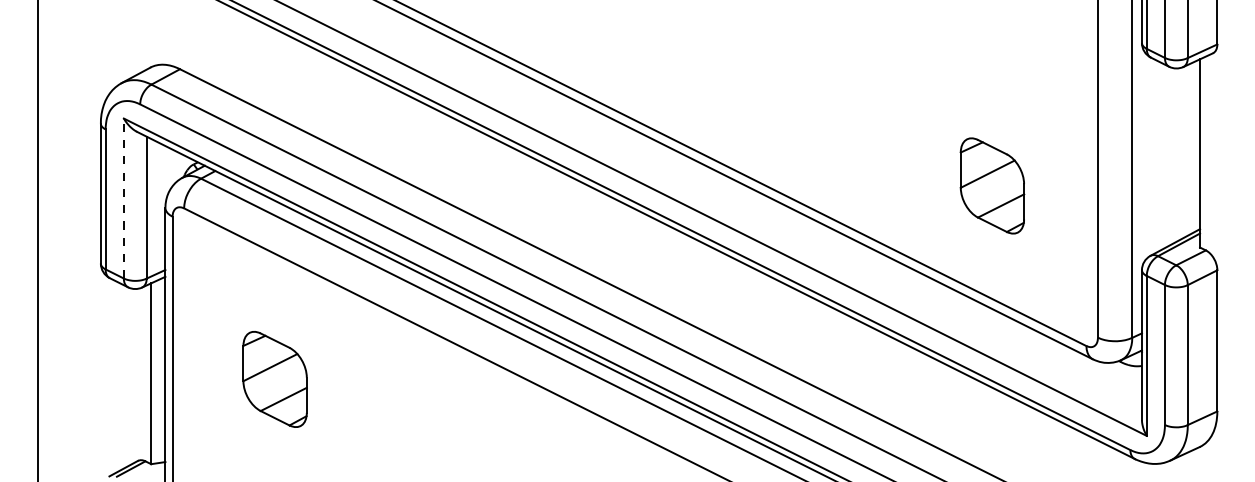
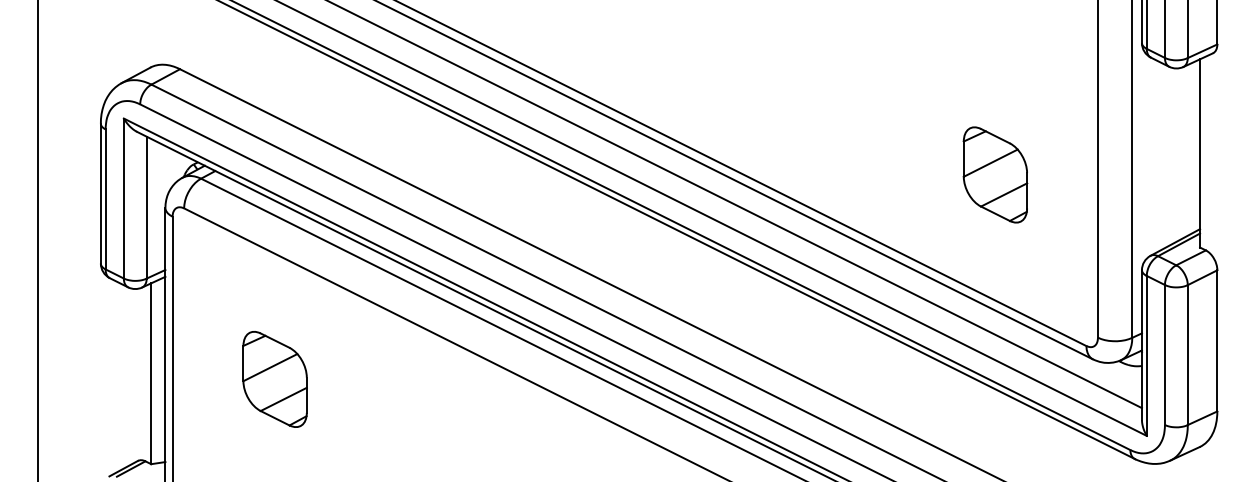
part at (992, 185) position: (992, 185) -> (995, 174)
line at (123, 198): dashed -> solid
line at (735, 205): none -> present
